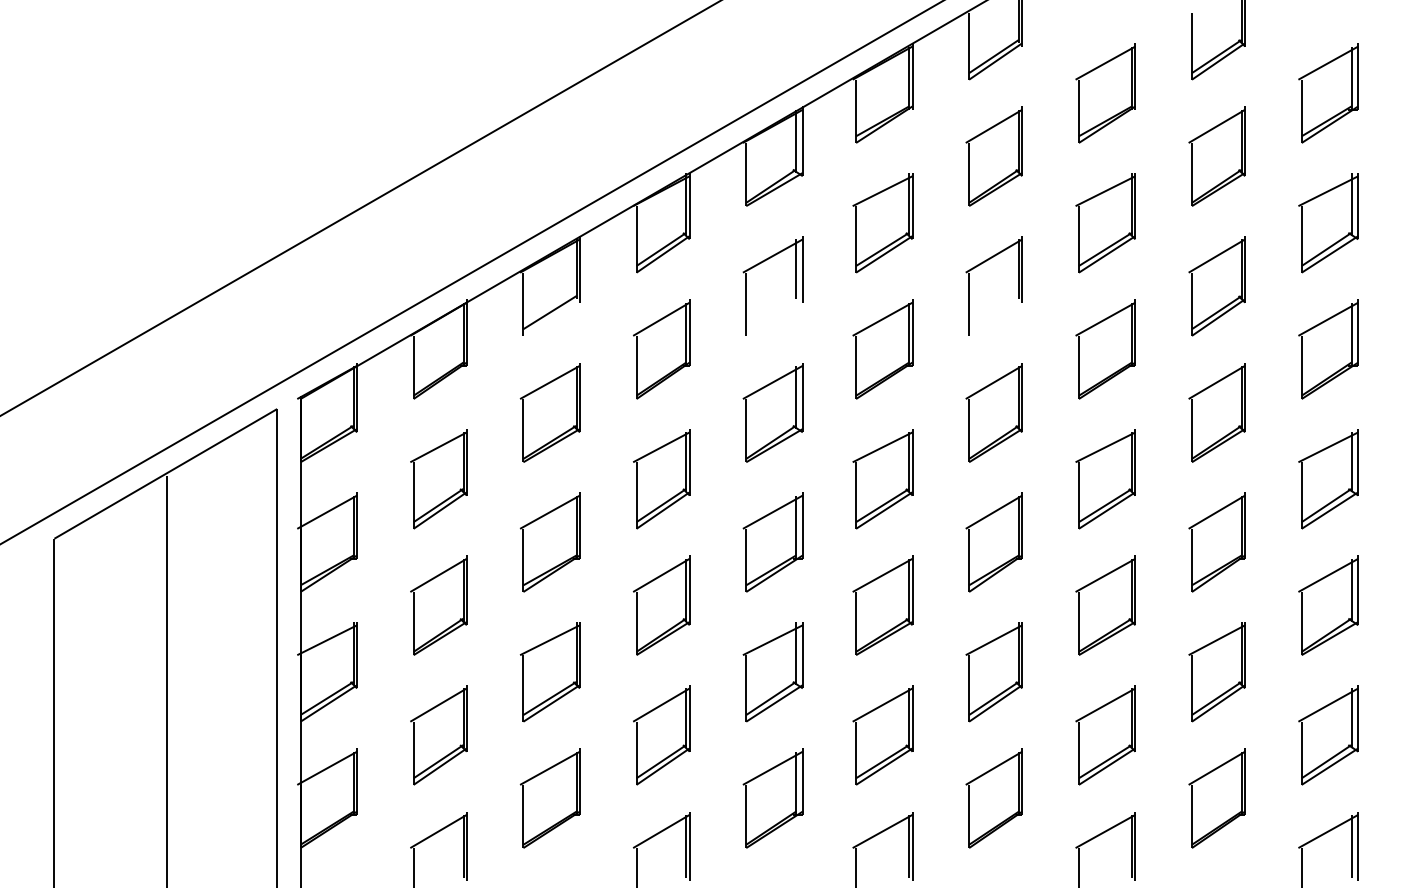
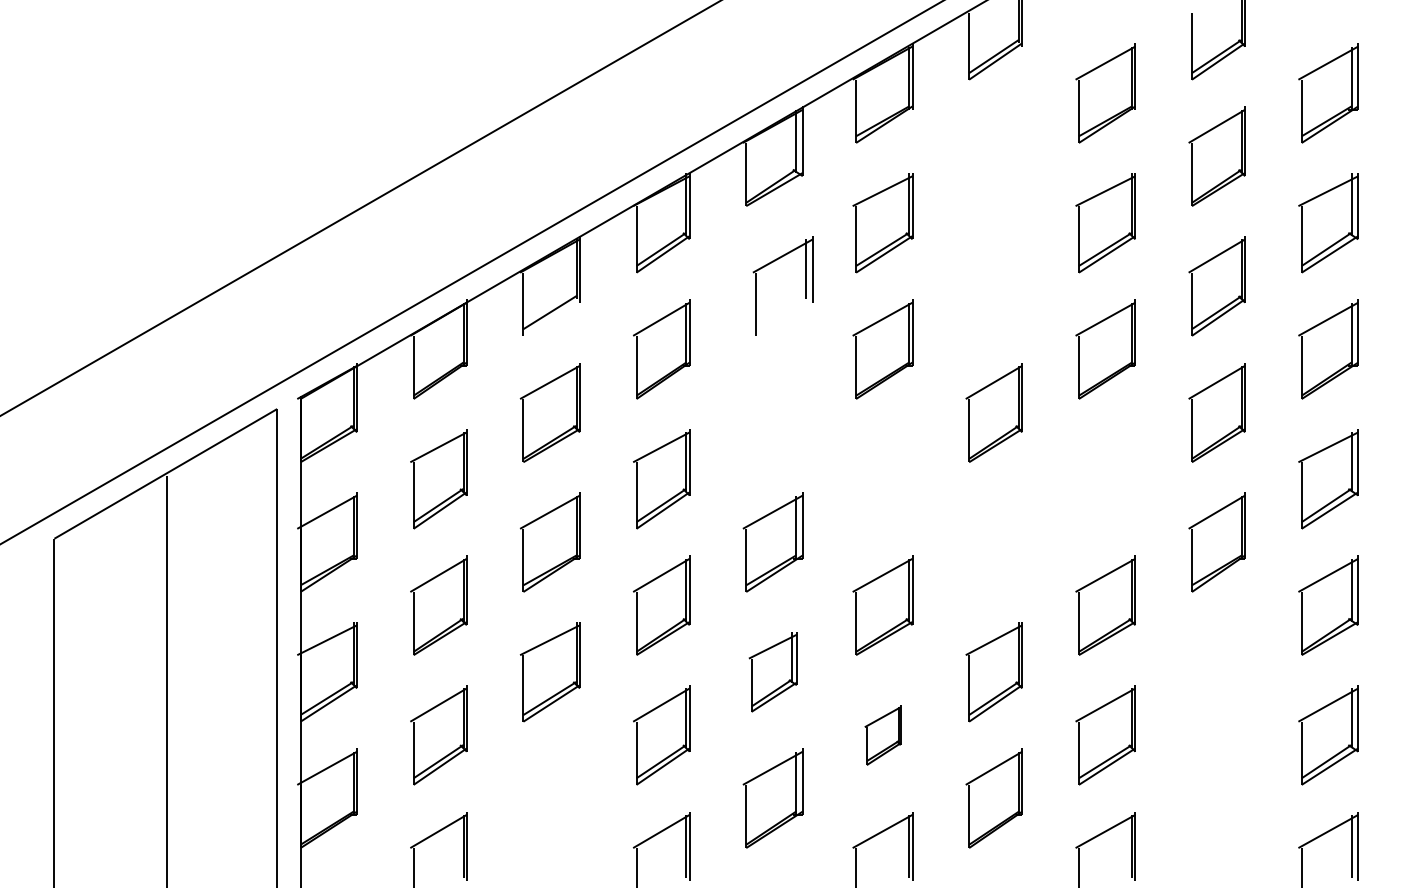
part at (993, 156): present -> none
part at (980, 265): present -> none
part at (795, 285) position: (795, 285) -> (805, 285)
part at (772, 412): present -> none
part at (882, 479): present -> none
part at (1105, 479): present -> none
part at (993, 542): present -> none
part at (772, 672) size: 62x101 px -> 50x81 px
part at (1216, 672): present -> none
part at (882, 735) size: 62x101 px -> 38x61 px
part at (549, 798): present -> none
part at (1216, 798): present -> none
